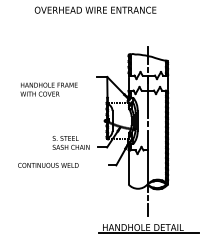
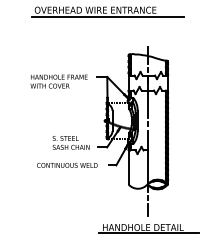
line at (107, 17): none -> present
text at (48, 89) position: (48, 89) -> (58, 81)
text at (48, 165) position: (48, 165) -> (67, 165)
